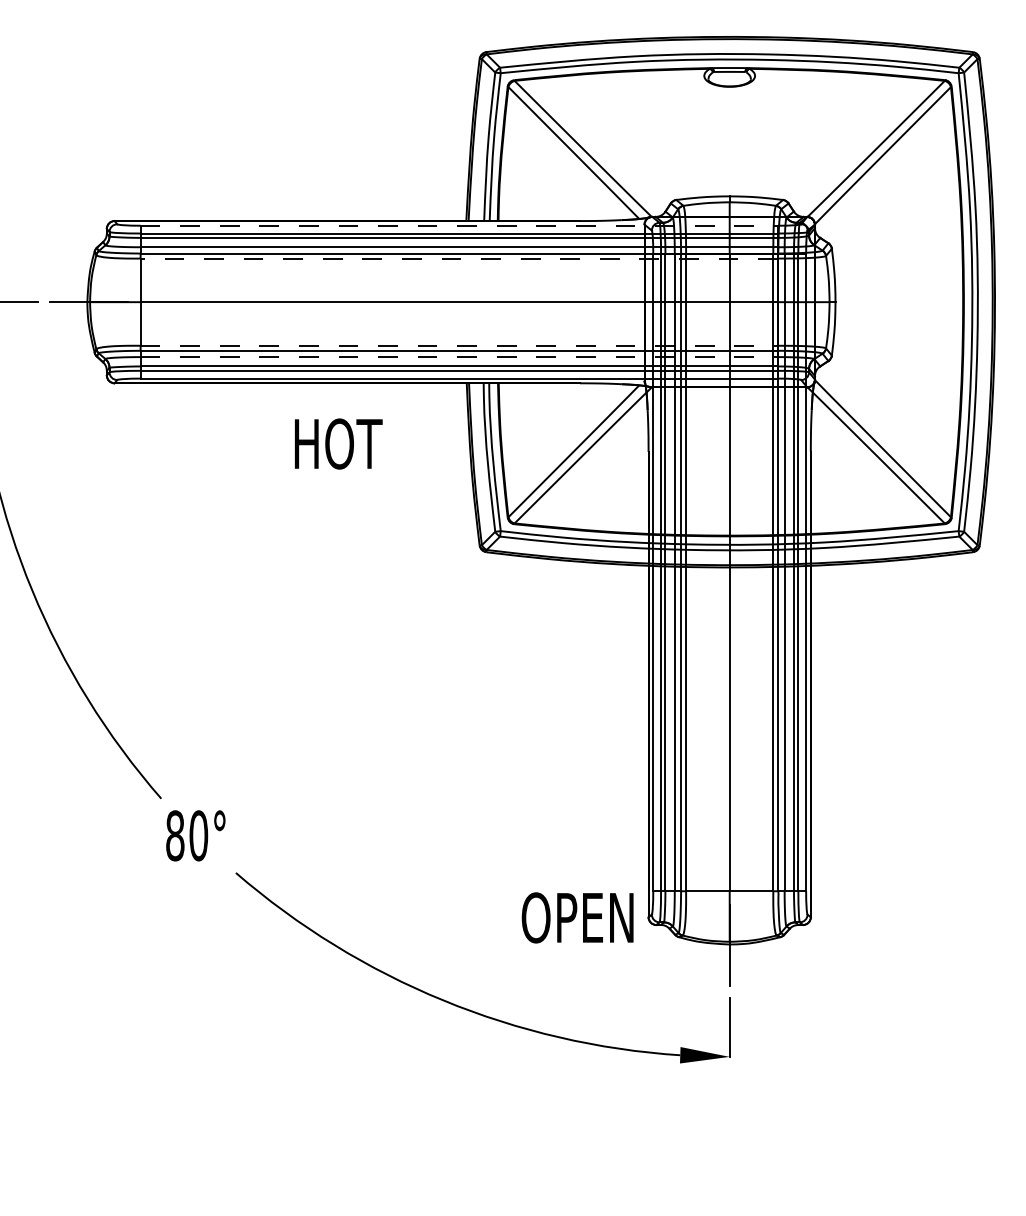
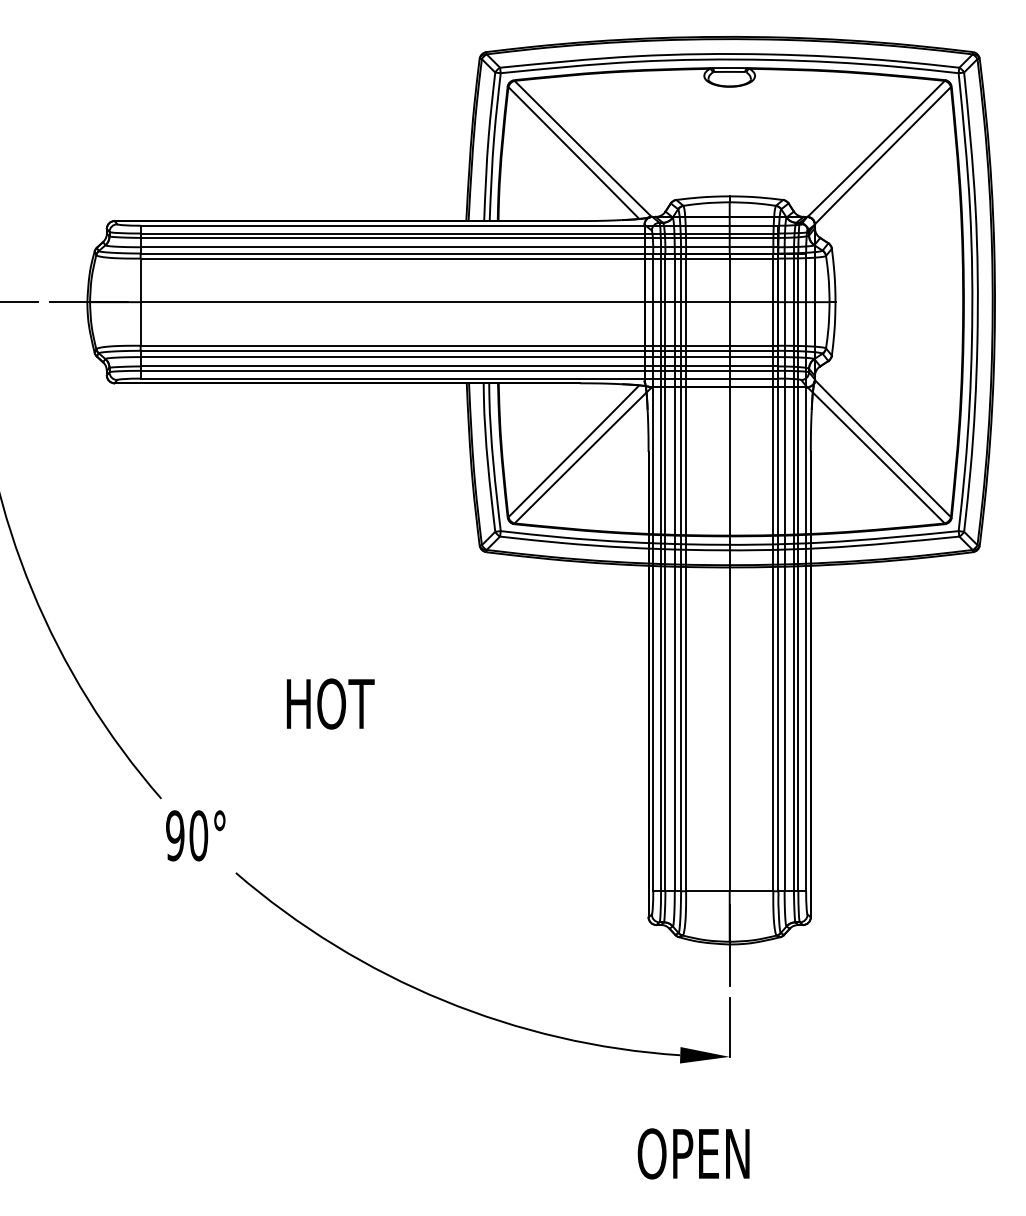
line at (459, 225): dashed -> solid
line at (459, 258): dashed -> solid
line at (459, 345): dashed -> solid
line at (459, 357): dashed -> solid
text at (338, 443) position: (338, 443) -> (330, 703)
text at (175, 835): 80° -> 90°
text at (577, 917) position: (577, 917) -> (693, 1153)
